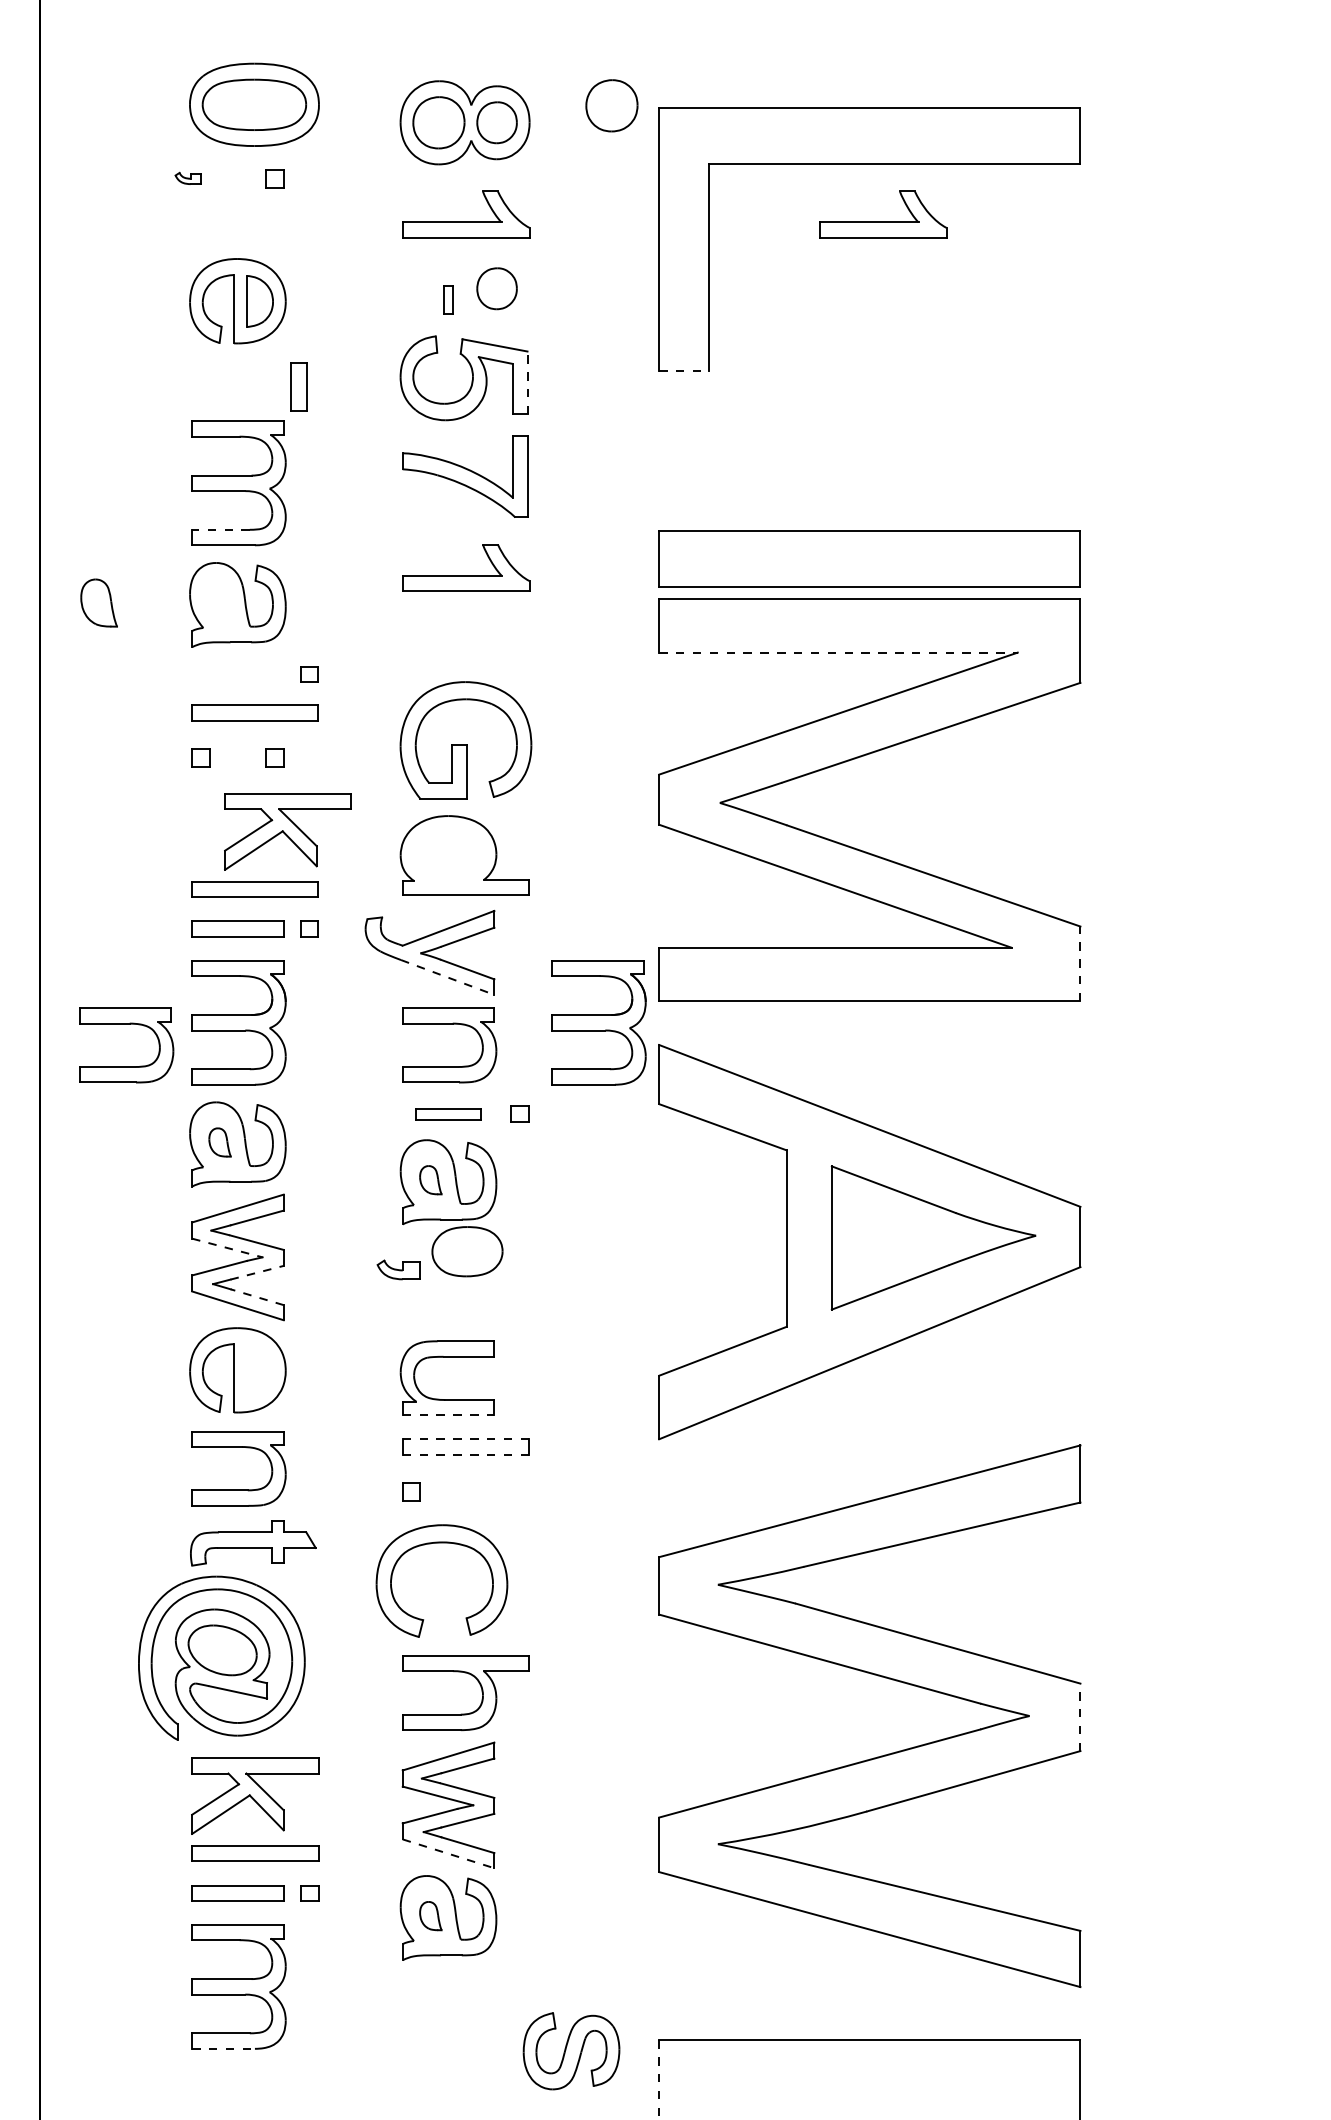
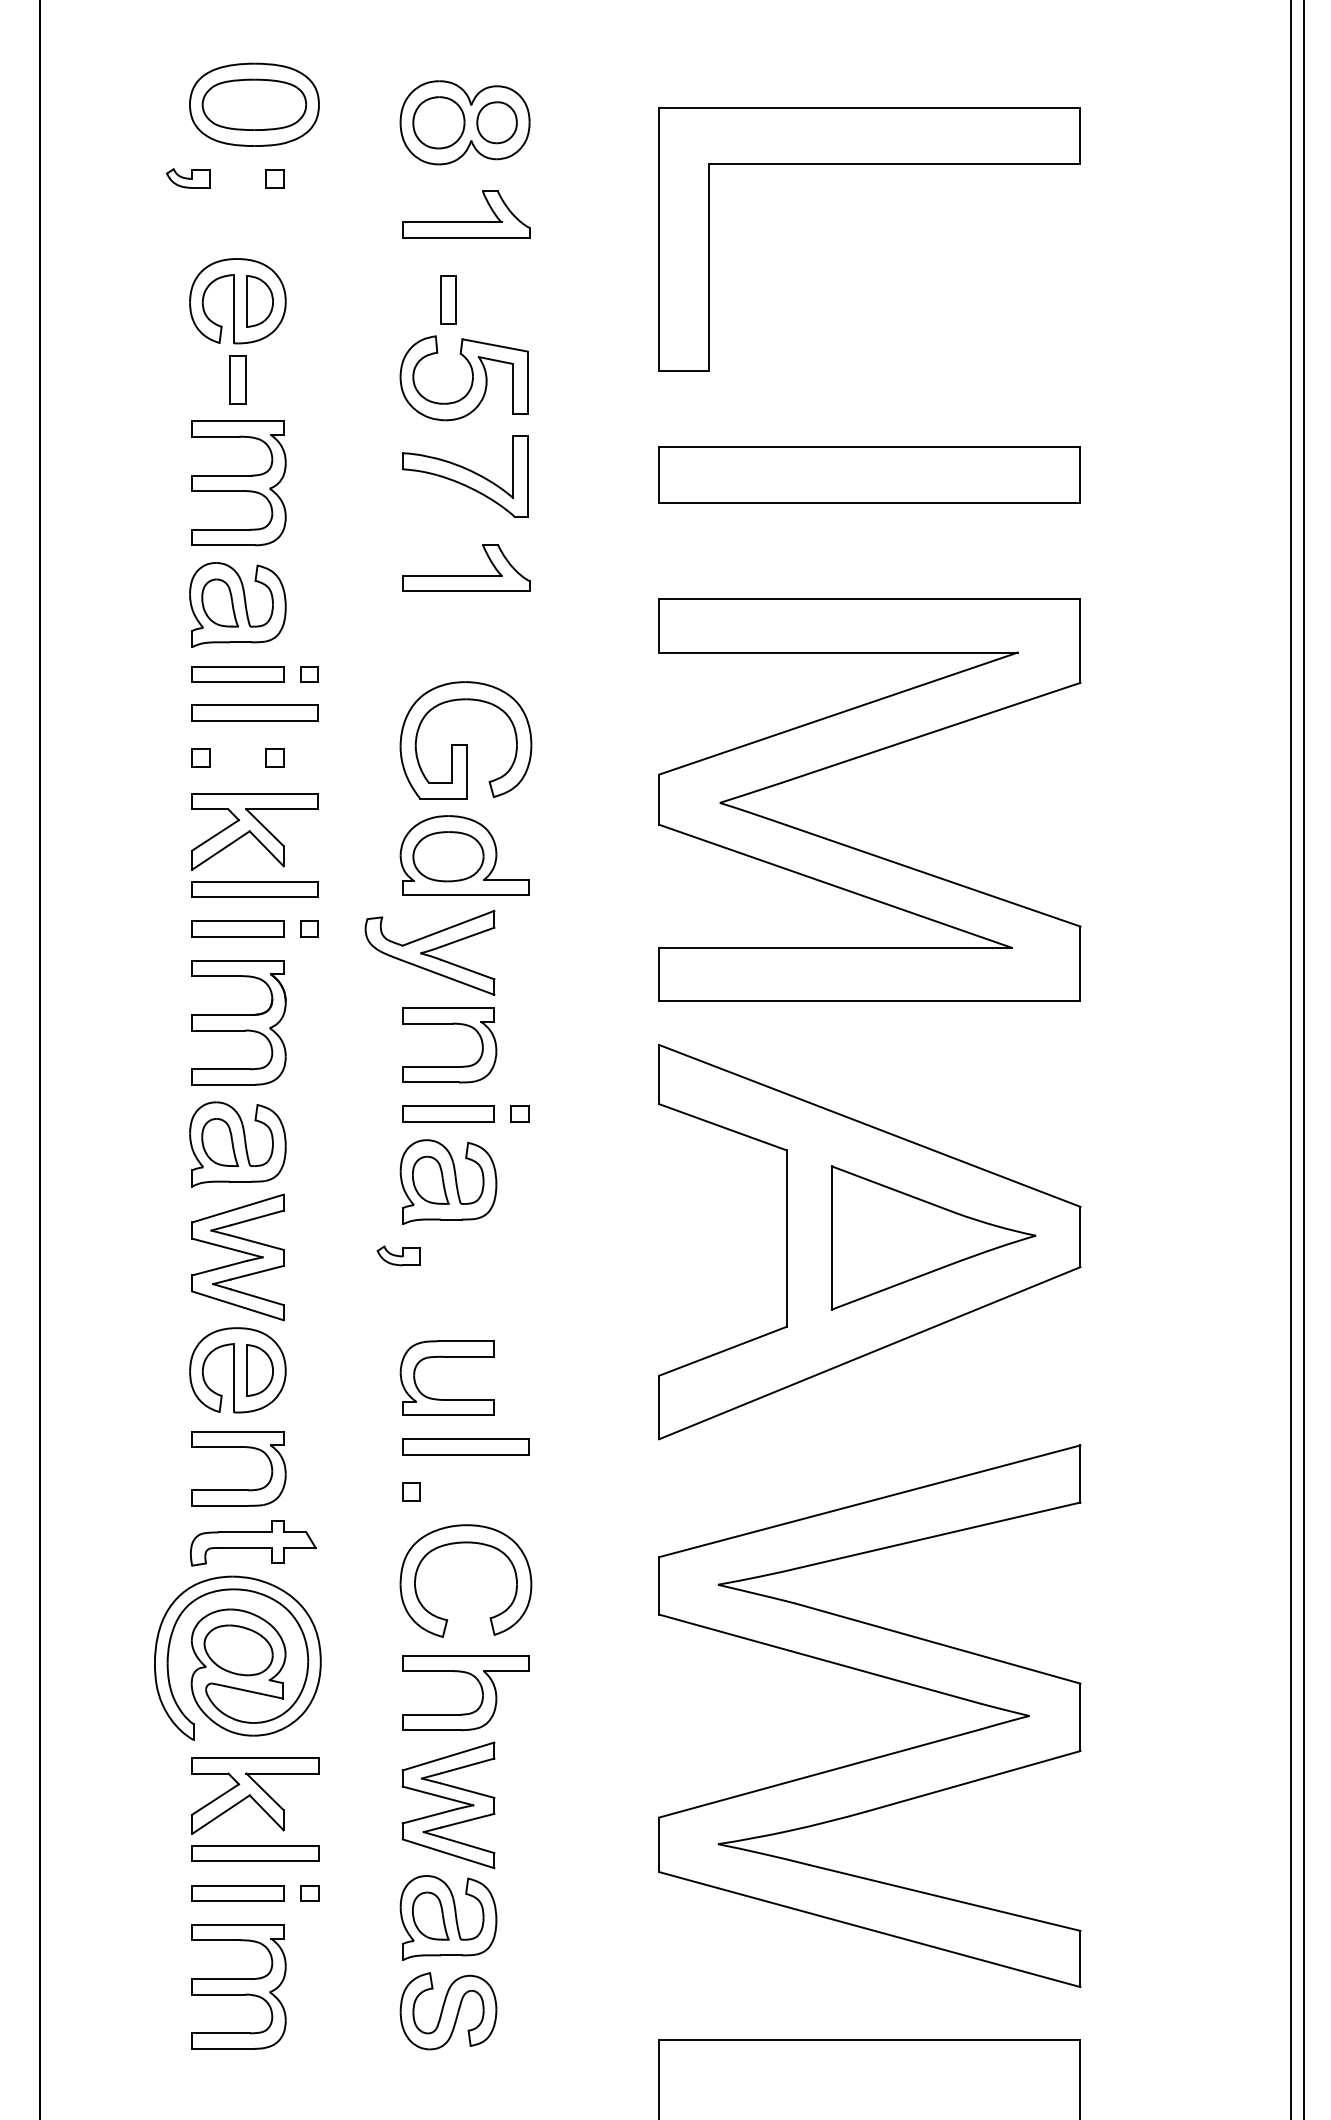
part at (611, 105): present -> none
part at (187, 177) size: 28x14 px -> 45x21 px
part at (883, 221): present -> none
part at (496, 288): present -> none
part at (448, 299) size: 11x30 px -> 17x50 px
line at (684, 371): dashed -> solid
line at (527, 382): dashed -> solid
part at (298, 386) position: (298, 386) -> (237, 379)
line at (220, 529): dashed -> solid
part at (869, 558) position: (869, 558) -> (869, 474)
part at (98, 602) position: (98, 602) -> (219, 602)
line at (838, 652): dashed -> solid
part at (237, 674): none -> present
part at (287, 831) position: (287, 831) -> (254, 831)
line at (1080, 963): dashed -> solid
line at (447, 977): dashed -> solid
part at (598, 1022): present -> none
part at (126, 1024): present -> none
line at (1291, 1059): none -> present
line at (1303, 1059): none -> present
part at (448, 1114) size: 67x13 px -> 93x18 px
part at (219, 1142) size: 24x31 px -> 38x49 px
part at (430, 1180) size: 24x31 px -> 38x50 px
line at (227, 1248): dashed -> solid
part at (467, 1251) position: (467, 1251) -> (448, 856)
part at (398, 1269) position: (398, 1269) -> (398, 1255)
line at (257, 1272): dashed -> solid
line at (257, 1297): dashed -> solid
part at (259, 1370): none -> present
line at (448, 1415): dashed -> solid
line at (465, 1439): dashed -> solid
line at (466, 1454): dashed -> solid
part at (441, 1543) position: (441, 1543) -> (465, 1543)
part at (221, 1657) position: (221, 1657) -> (237, 1657)
line at (1080, 1717): dashed -> solid
line at (449, 1853): dashed -> solid
part at (430, 1916) size: 24x31 px -> 38x50 px
line at (224, 2048): dashed -> solid
part at (571, 2051) position: (571, 2051) -> (448, 2011)
line at (659, 2080): dashed -> solid
